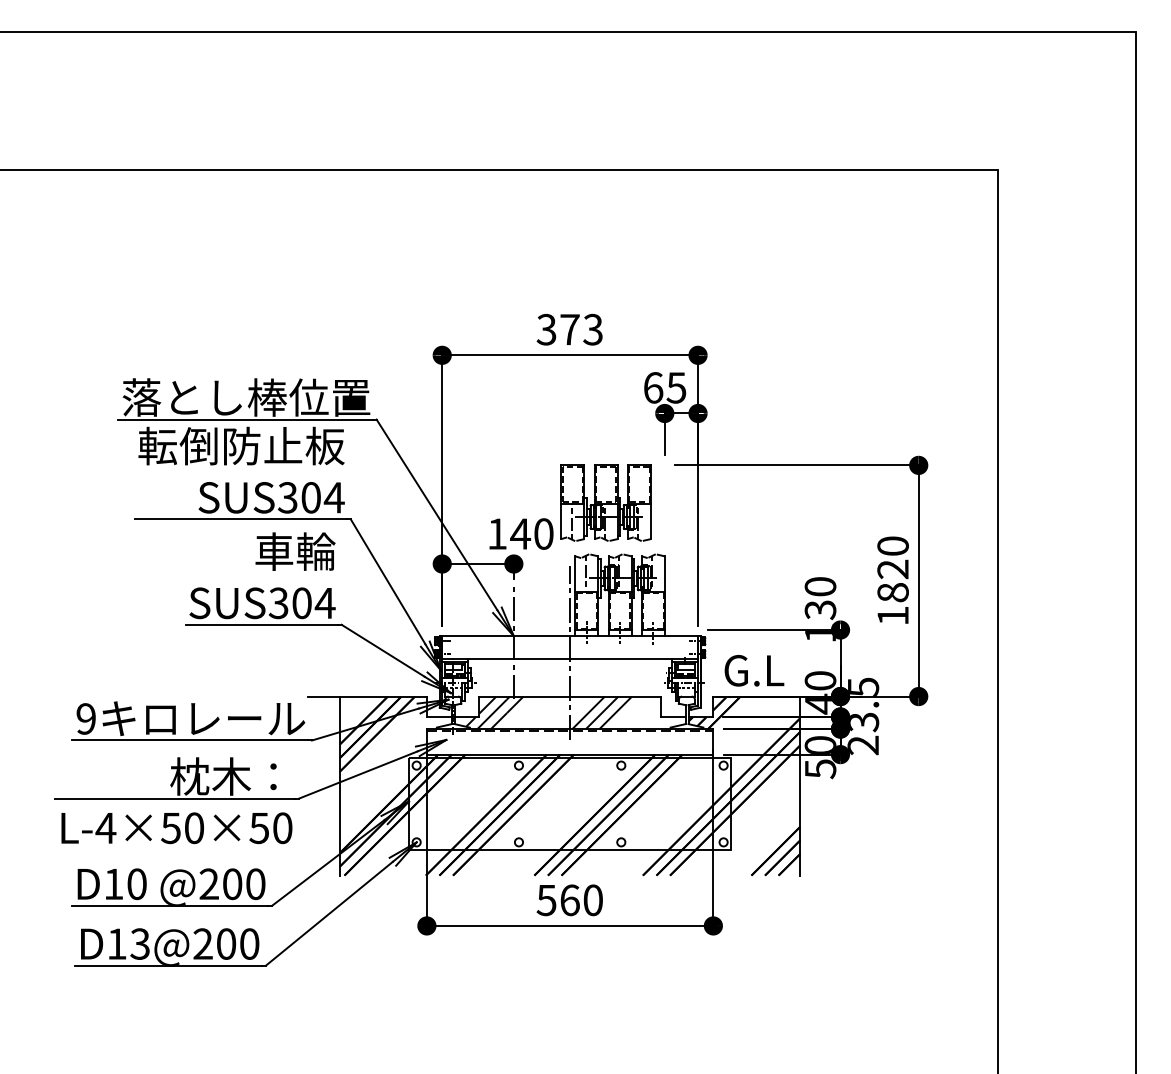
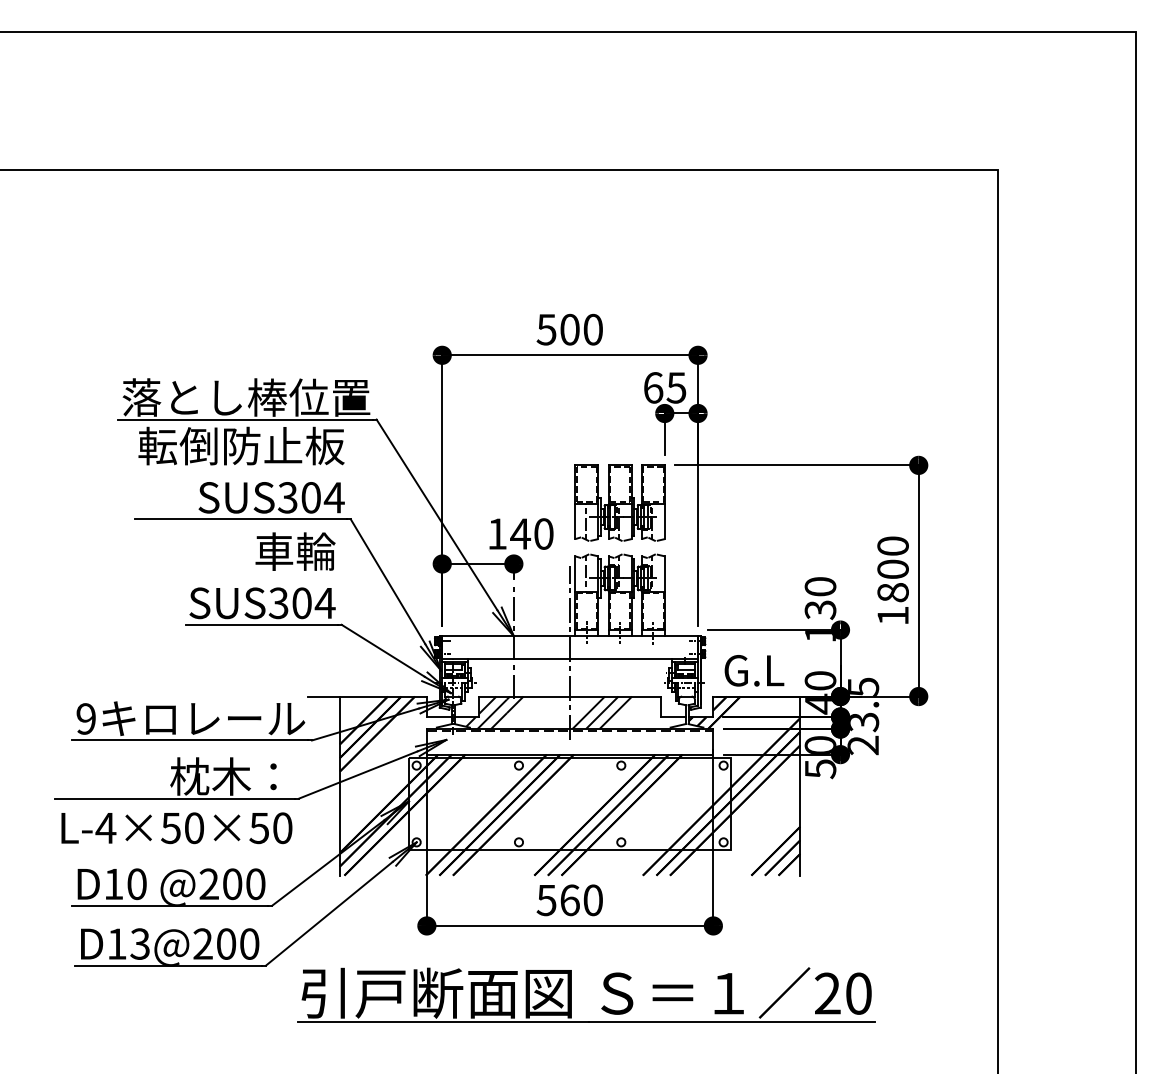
text at (569, 329): 373 -> 500
part at (605, 502) position: (605, 502) -> (619, 502)
text at (892, 569): 1820 -> 1800
part at (571, 994): none -> present
